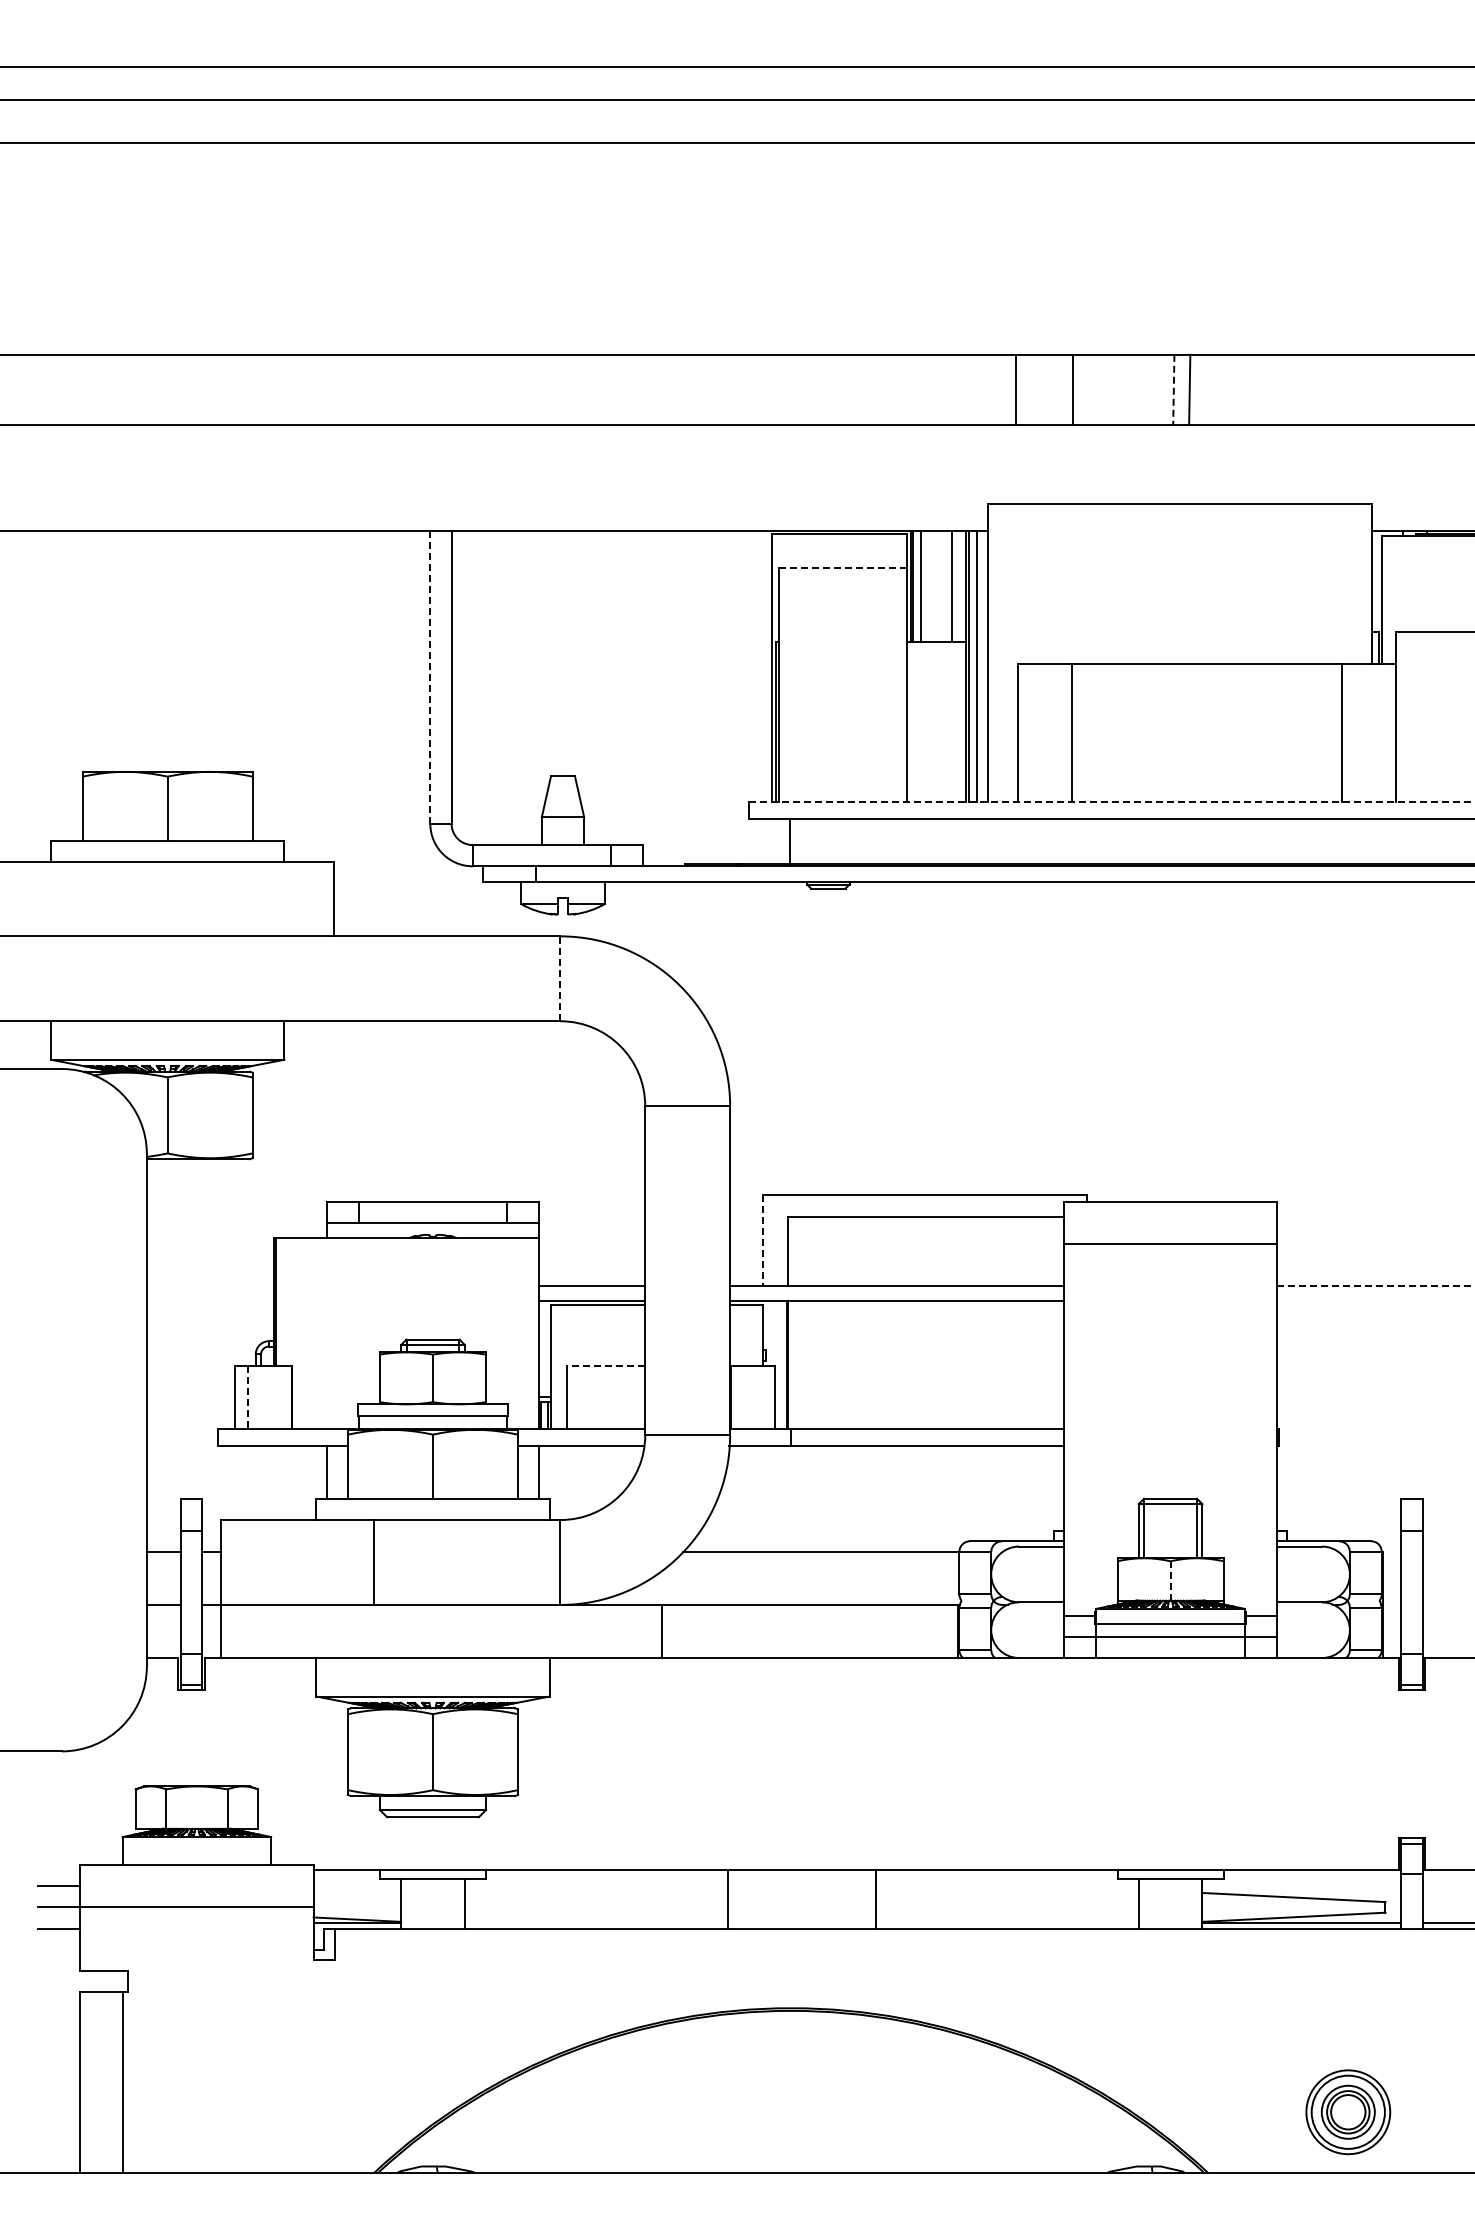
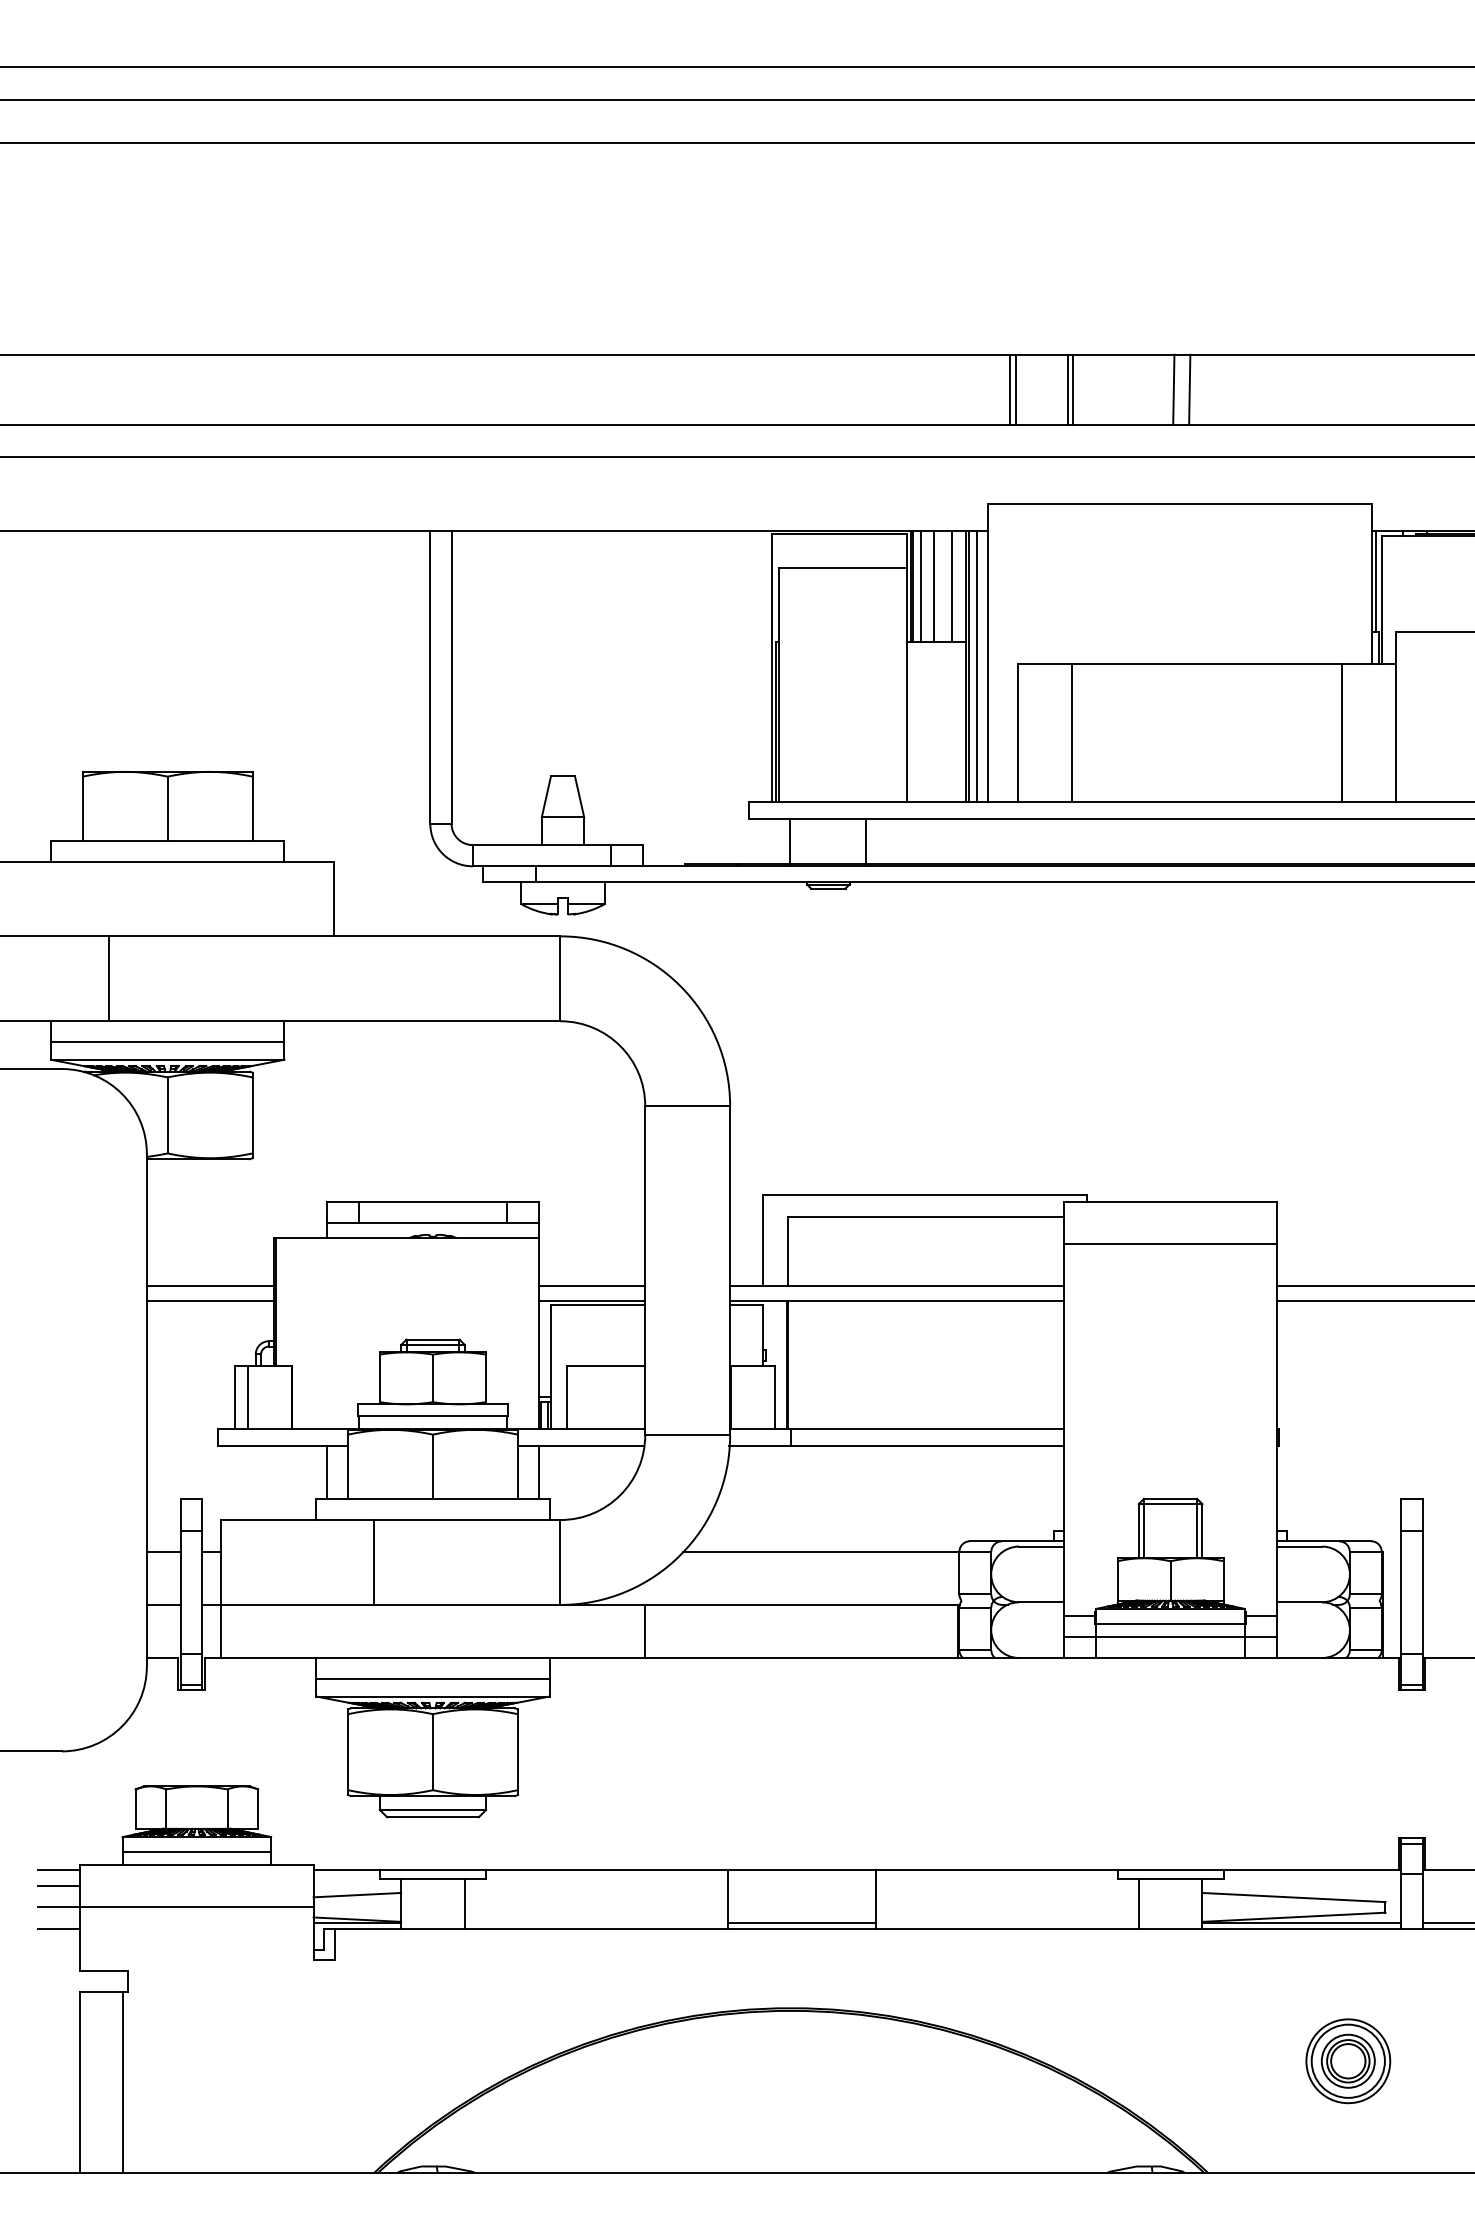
line at (1009, 389): none -> present
line at (1067, 389): none -> present
line at (1173, 390): dashed -> solid
line at (736, 456): none -> present
line at (843, 568): dashed -> solid
line at (1376, 580): none -> present
line at (934, 586): none -> present
line at (430, 676): dashed -> solid
line at (1111, 801): dashed -> solid
line at (866, 840): none -> present
line at (108, 978): none -> present
line at (560, 978): dashed -> solid
line at (167, 1042): none -> present
line at (763, 1240): dashed -> solid
line at (210, 1285): none -> present
line at (1376, 1285): dashed -> solid
line at (210, 1301): none -> present
line at (1373, 1301): none -> present
line at (605, 1366): dashed -> solid
line at (248, 1397): dashed -> solid
line at (1170, 1580): dashed -> solid
line at (662, 1631) position: (662, 1631) -> (645, 1631)
line at (432, 1679): none -> present
line at (196, 1852): none -> present
line at (58, 1870): none -> present
line at (357, 1894): none -> present
line at (801, 1923): none -> present
part at (1348, 2112) position: (1348, 2112) -> (1348, 2061)
